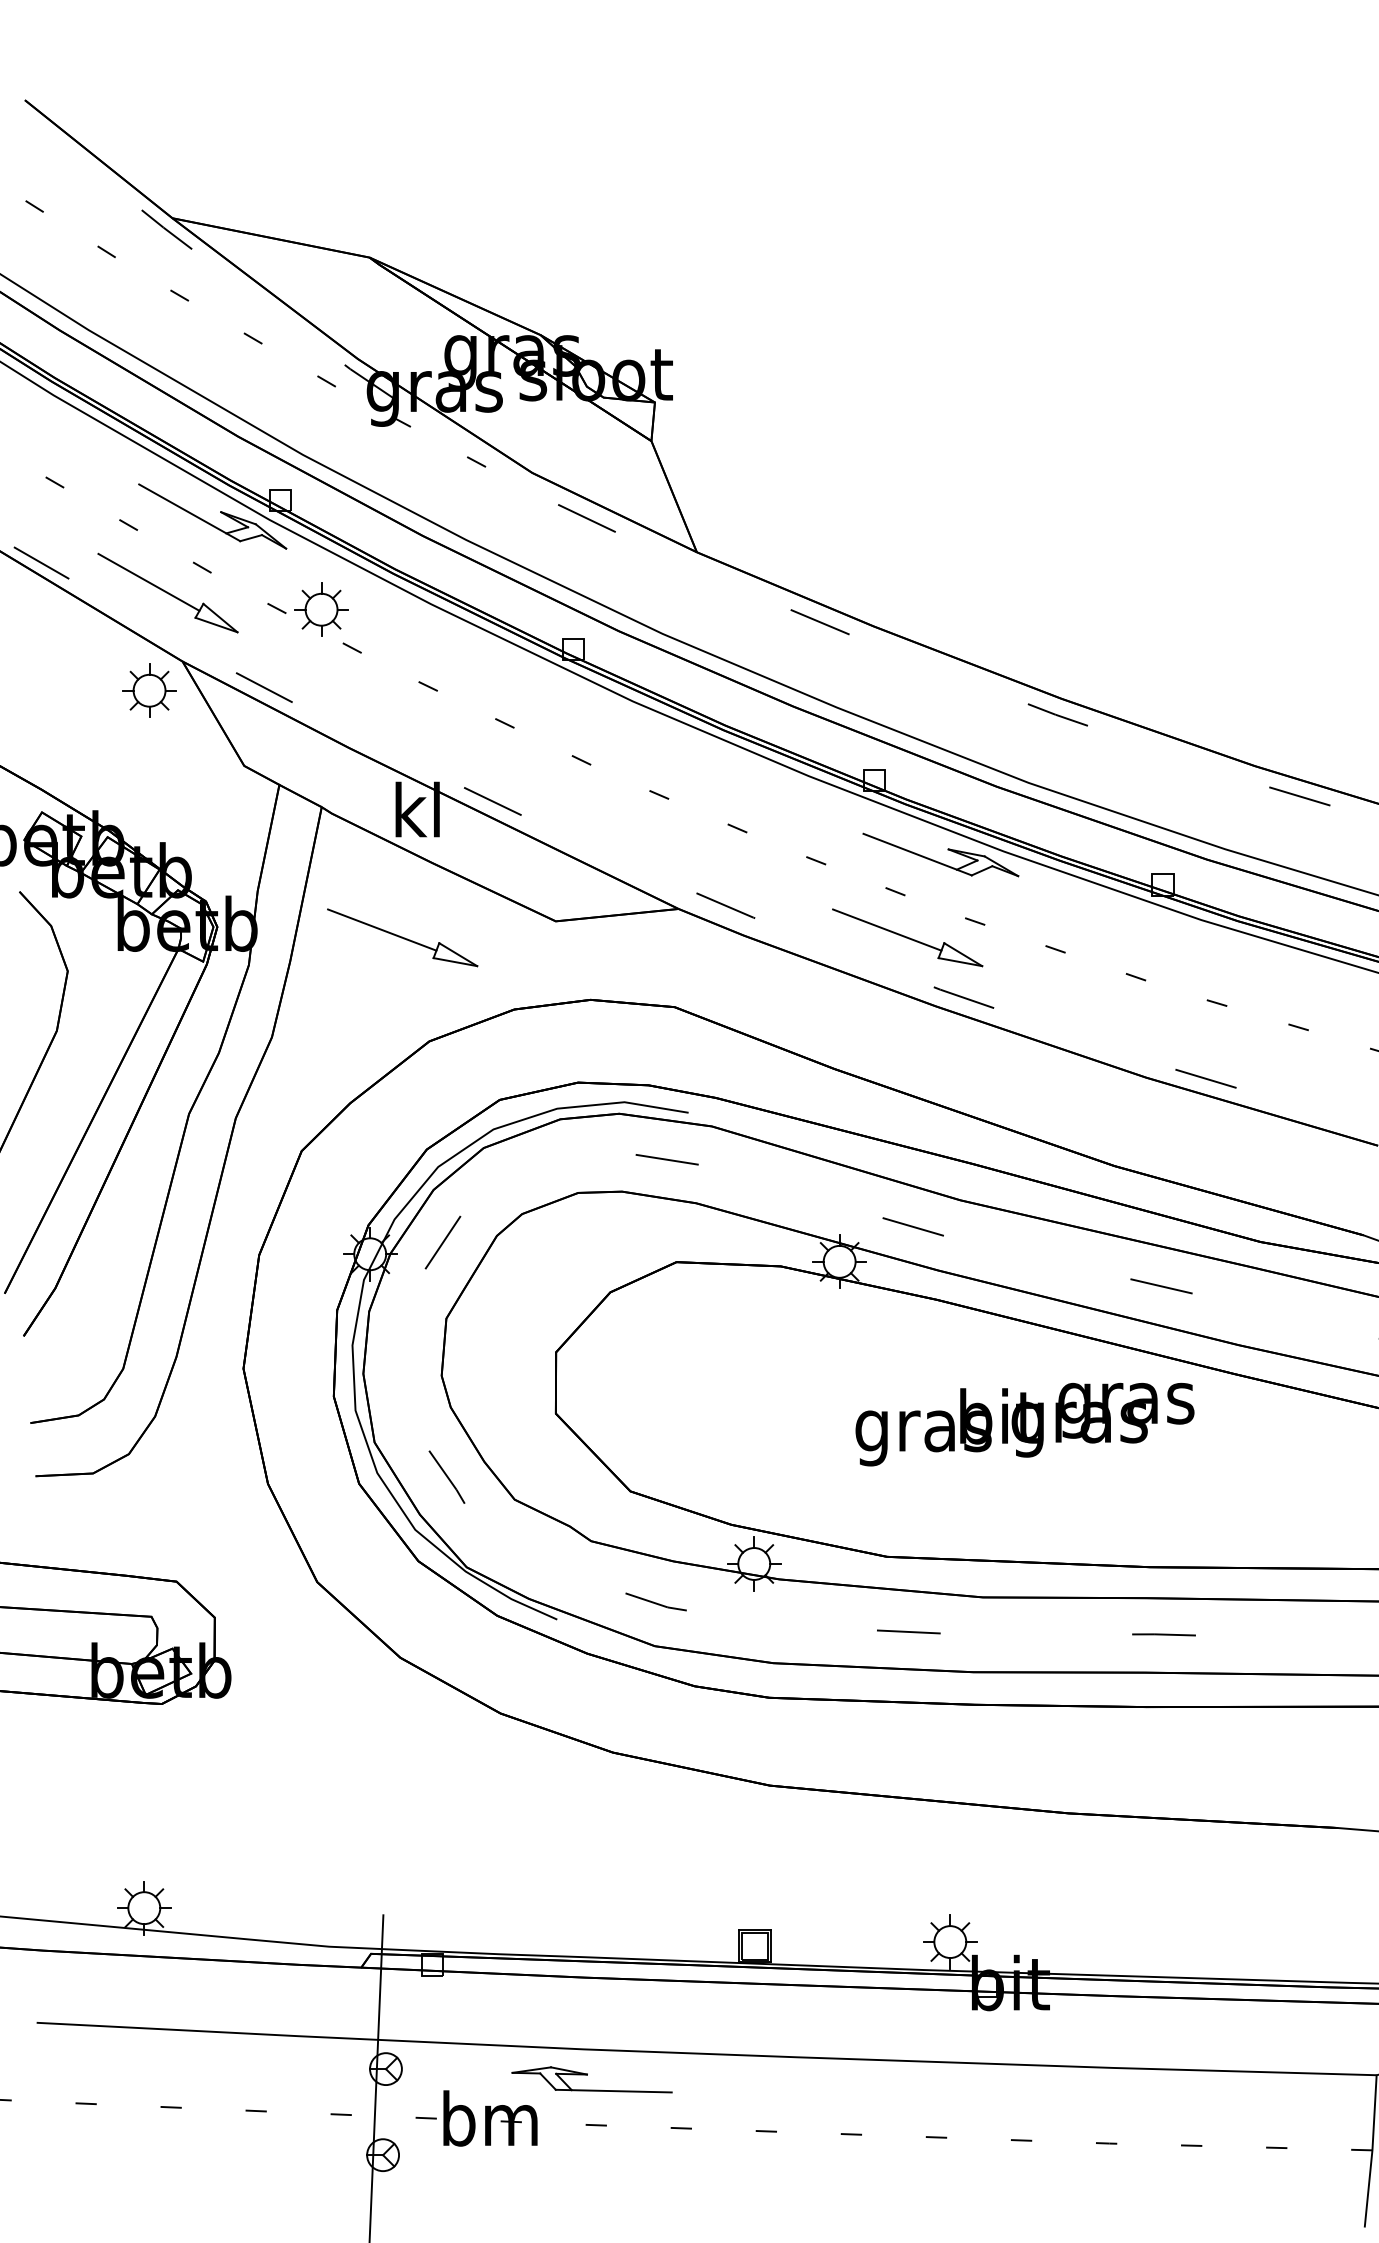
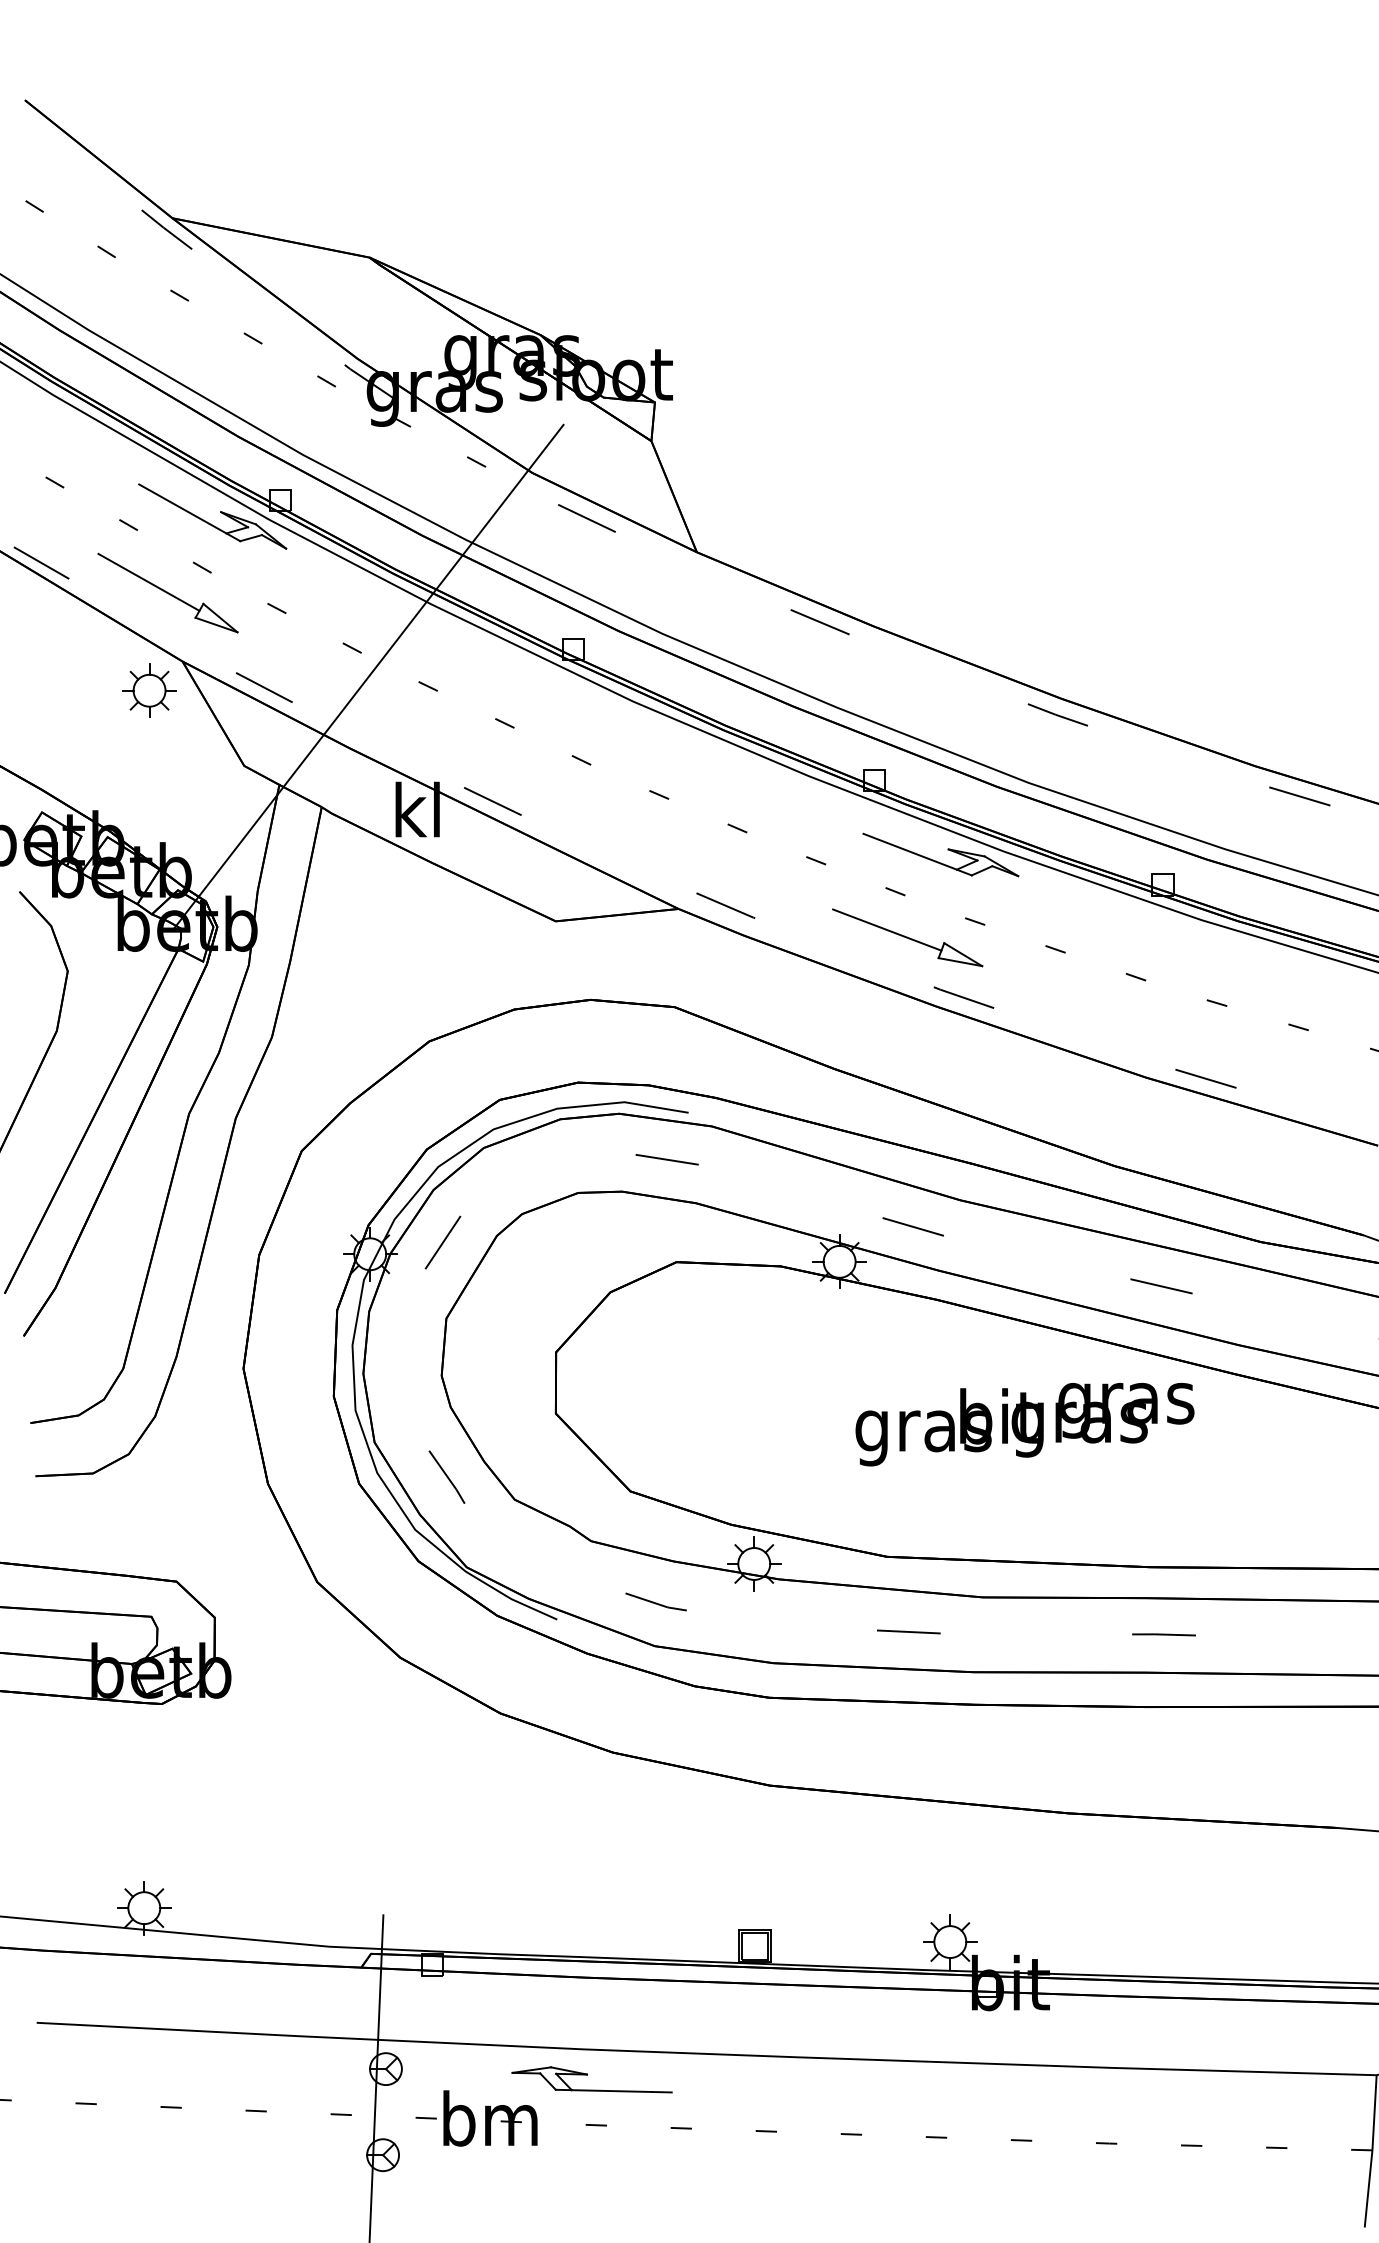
part at (321, 609): present -> none
line at (368, 676): none -> present
part at (402, 937): present -> none
